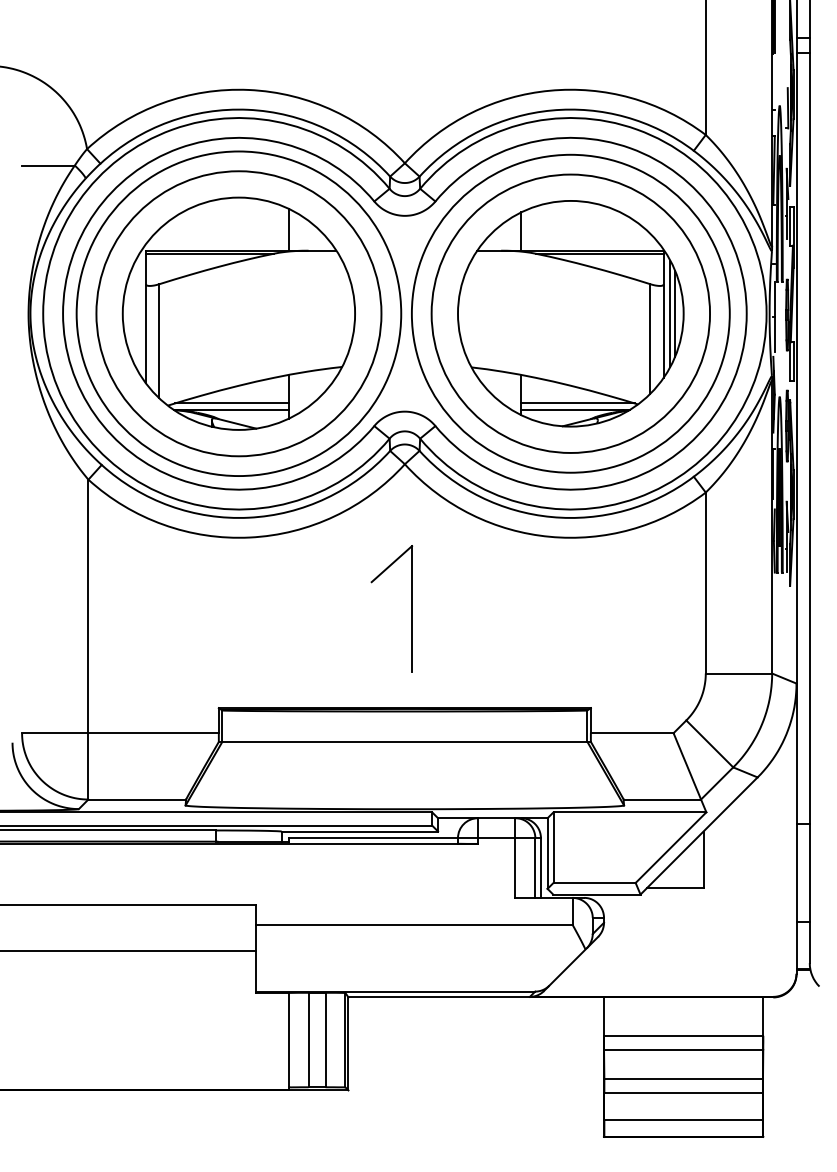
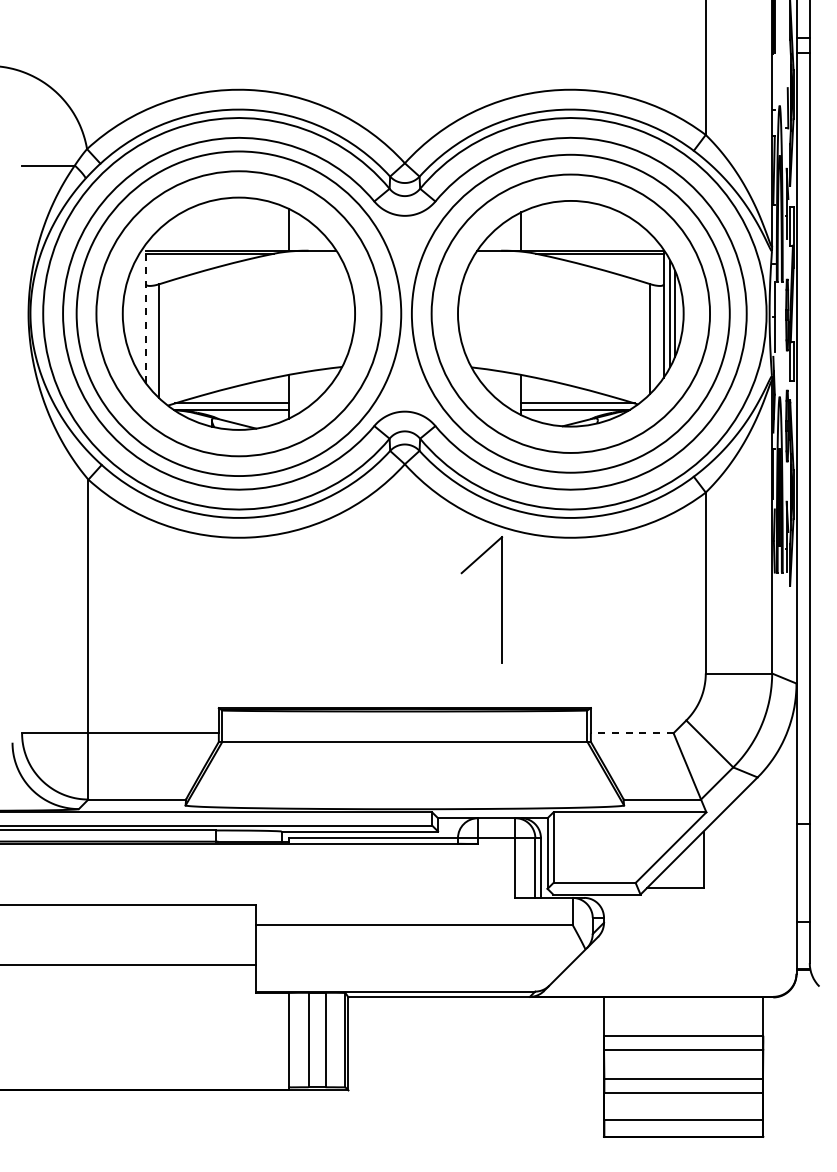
line at (146, 316): solid -> dashed
part at (411, 608) position: (411, 608) -> (501, 599)
line at (631, 733): solid -> dashed
line at (128, 951) position: (128, 951) -> (128, 965)
